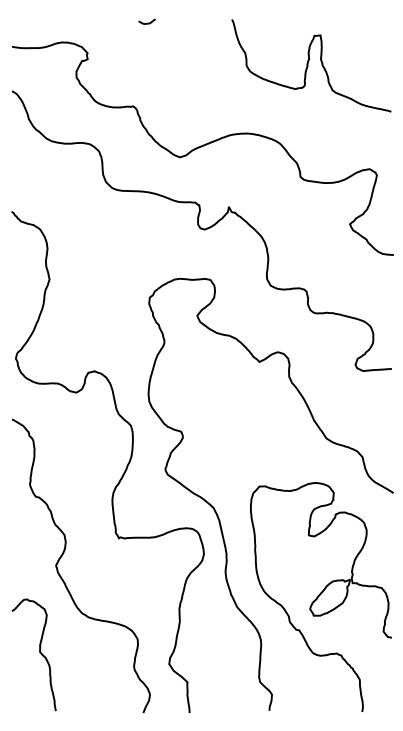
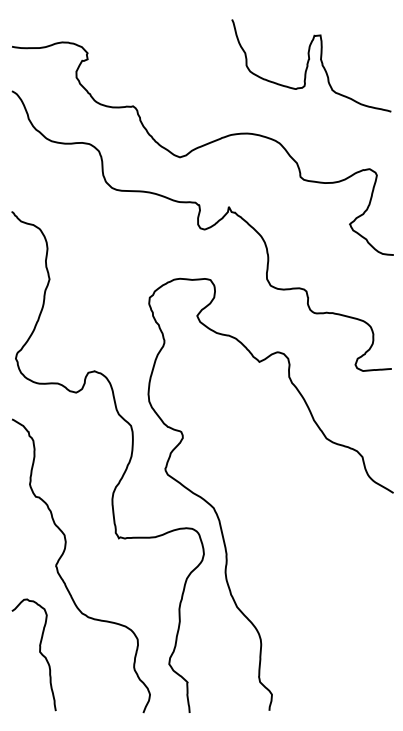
curve at (146, 22): present -> none
part at (320, 596): present -> none
